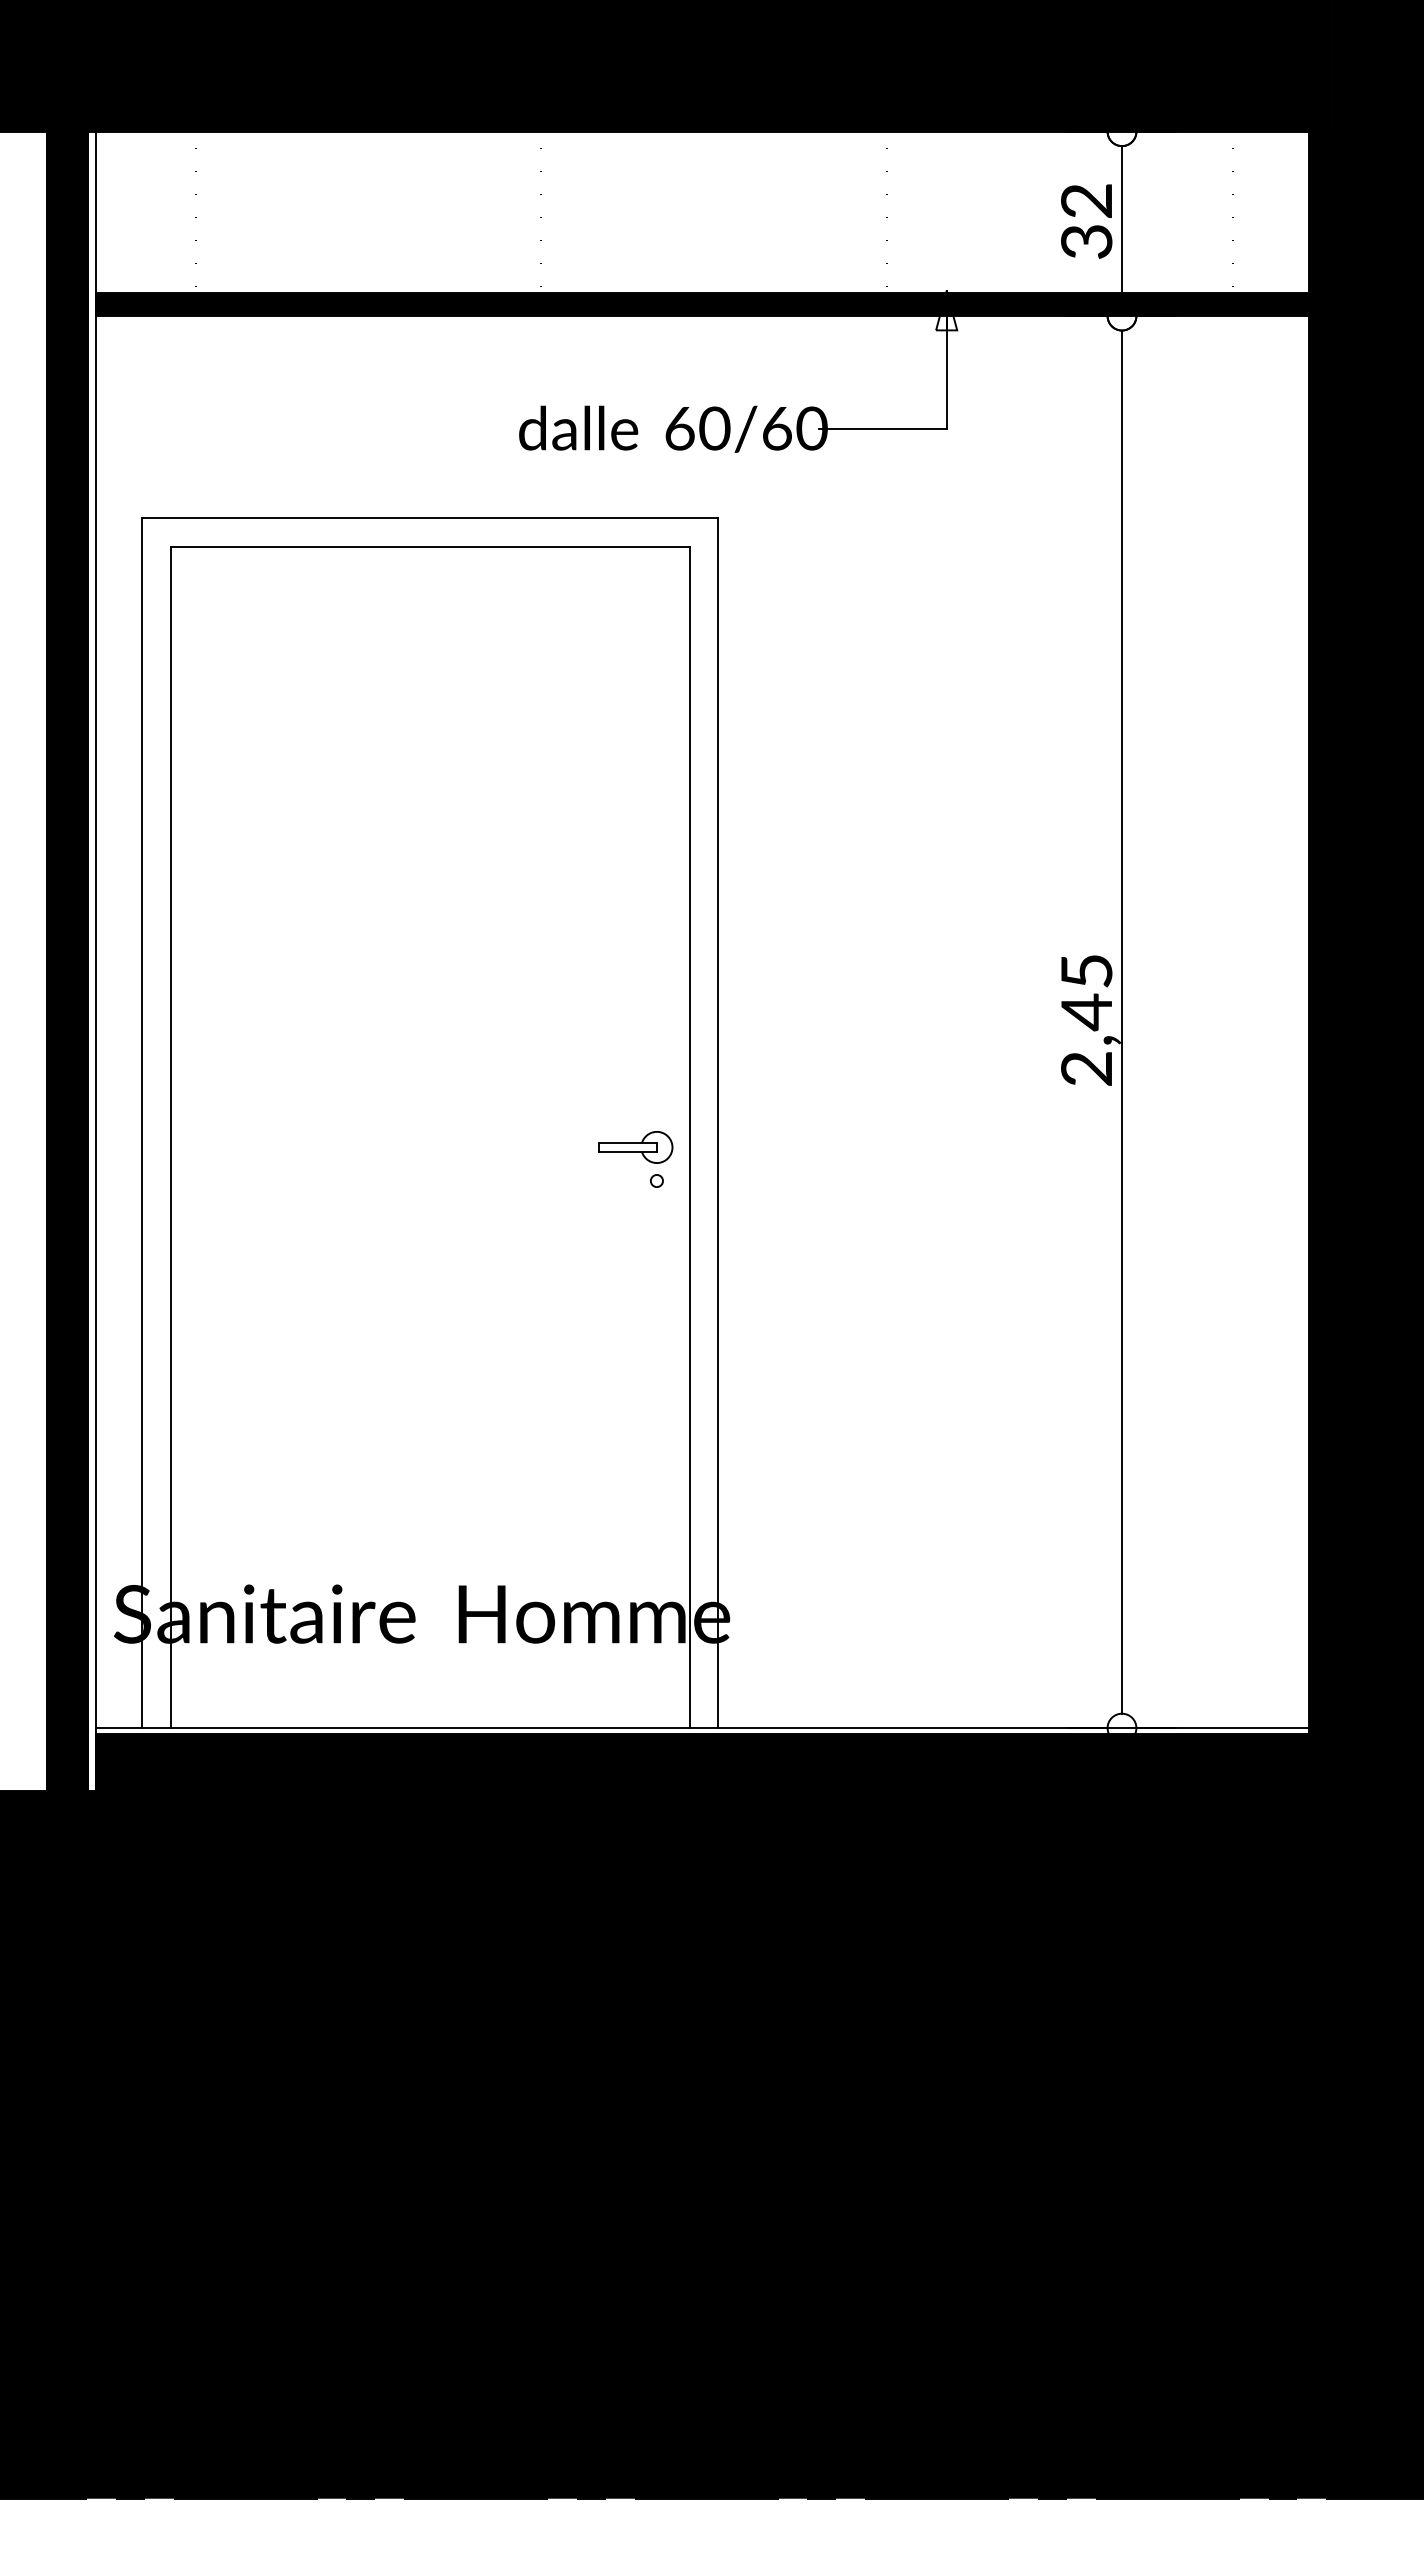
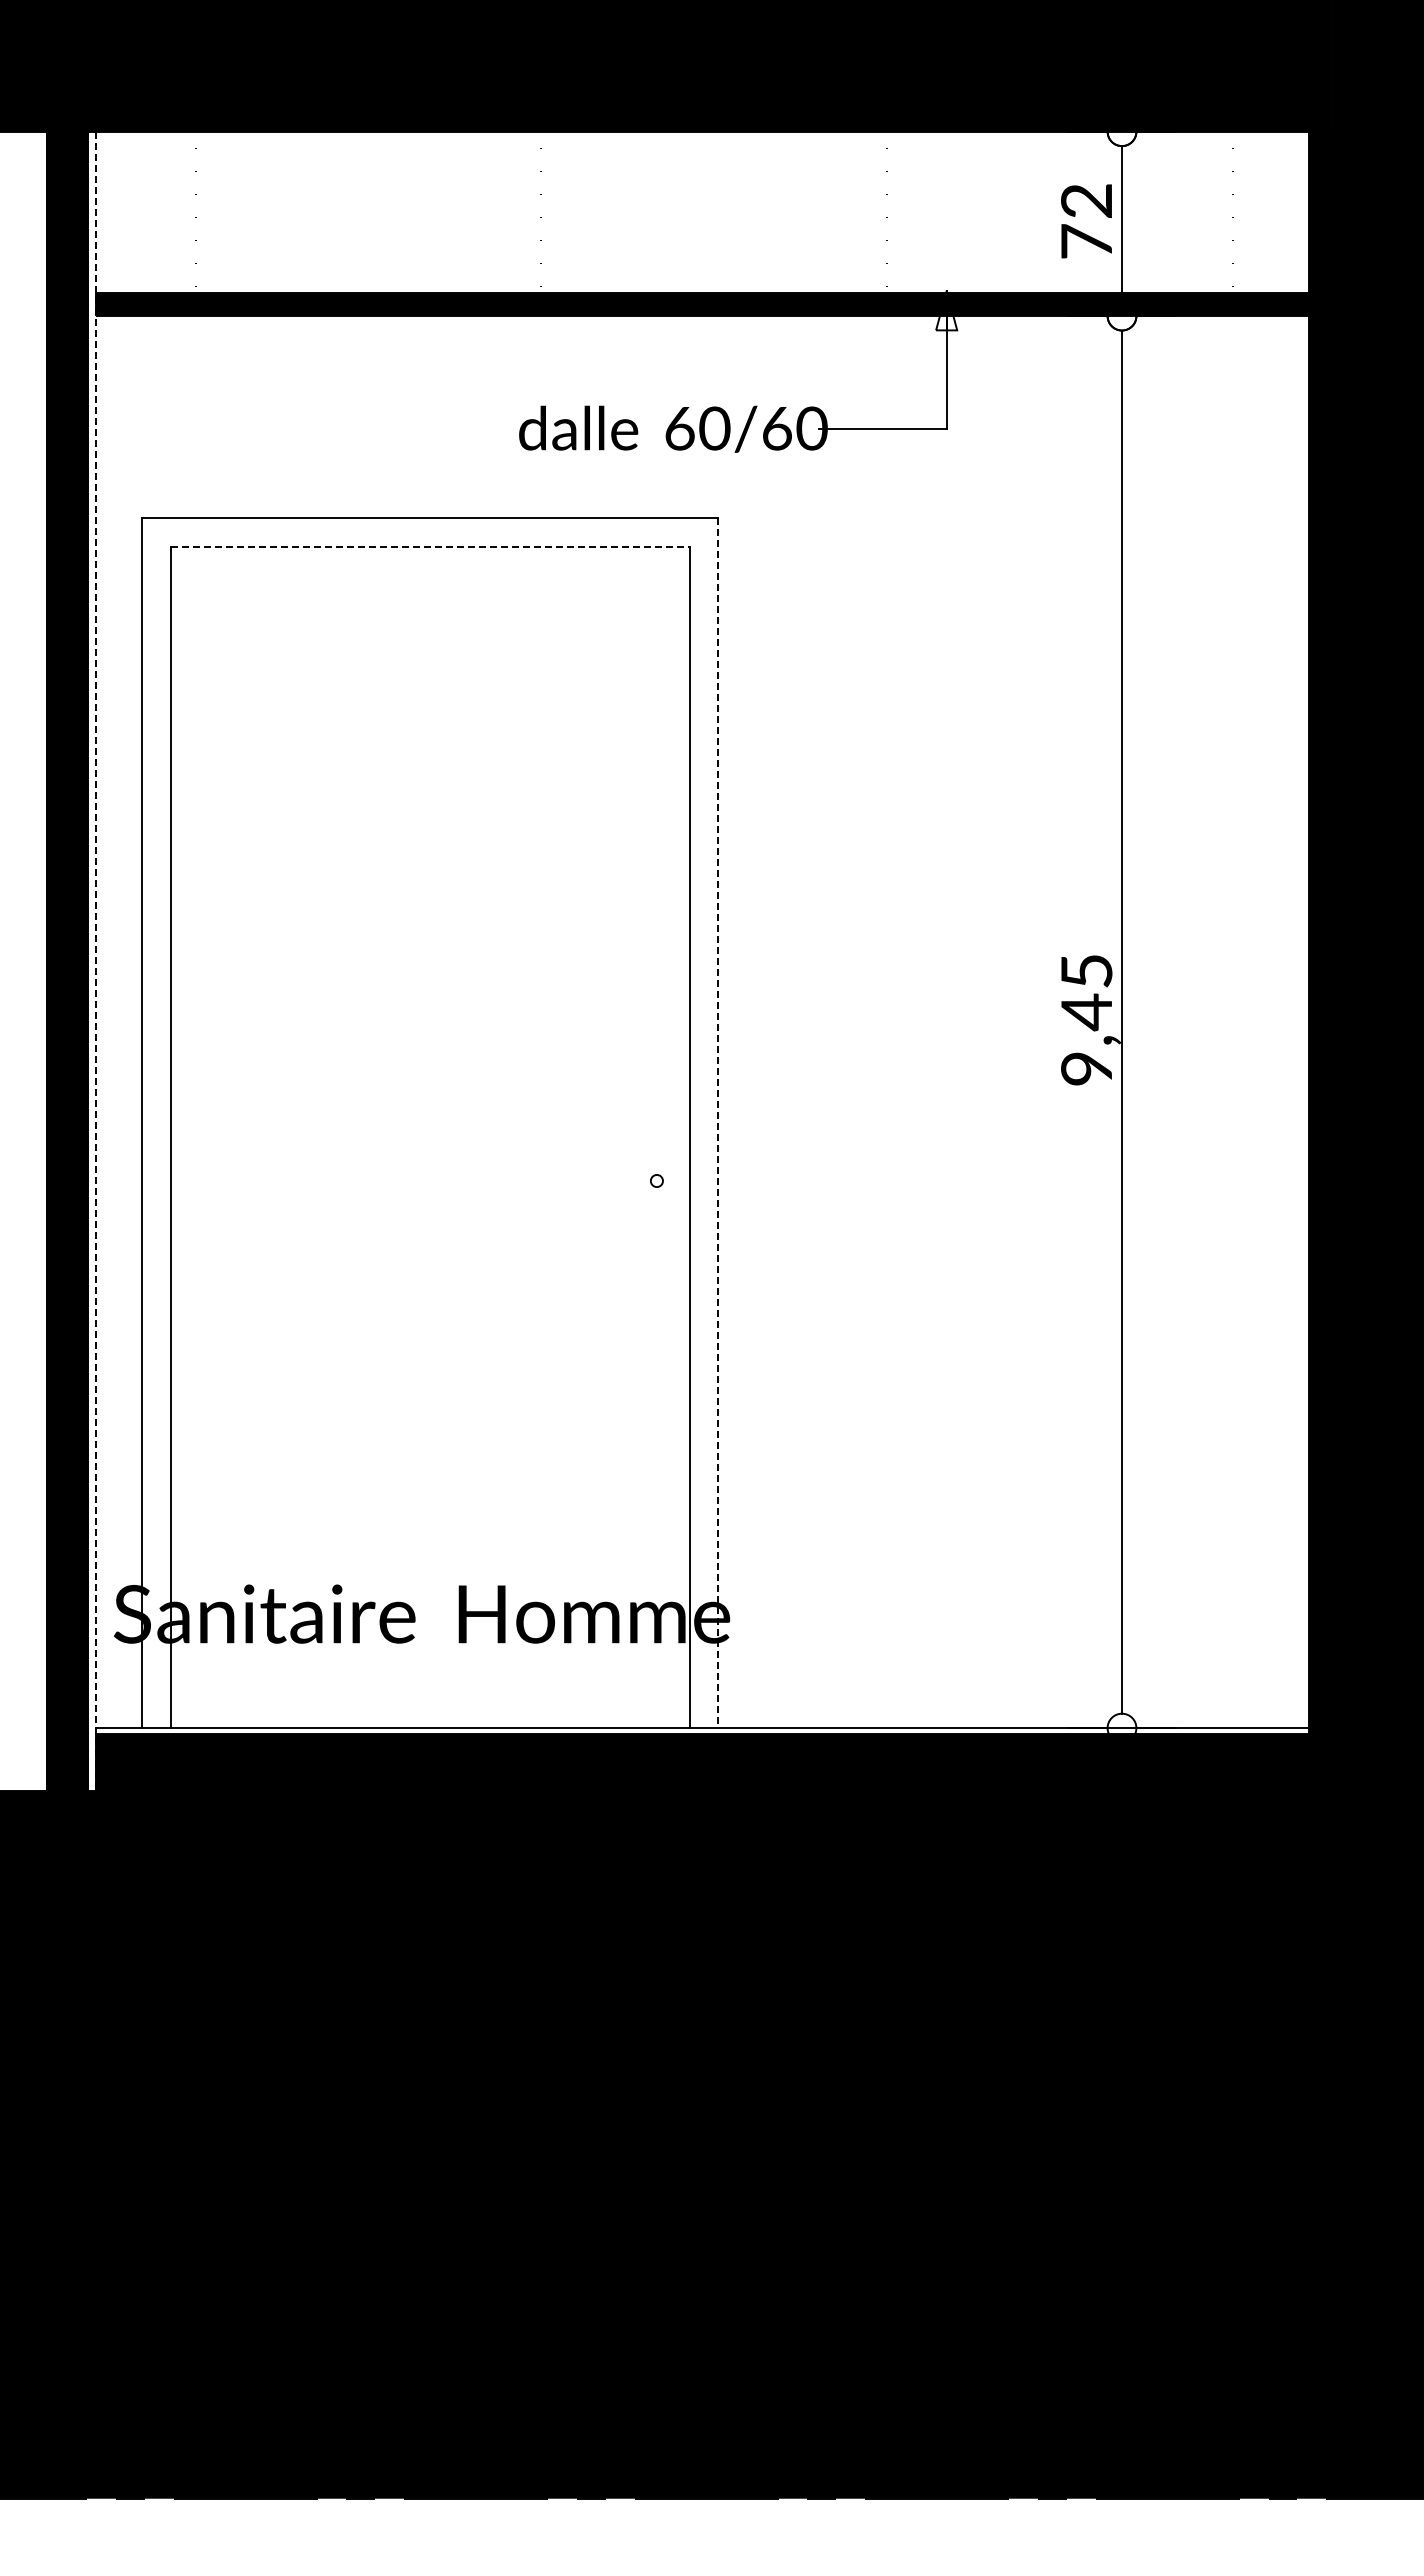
text at (1086, 241): 32 -> 72
line at (430, 546): solid -> dashed
line at (96, 961): solid -> dashed
text at (1086, 1068): 2,45 -> 9,45
line at (718, 1123): solid -> dashed
part at (635, 1147): present -> none
